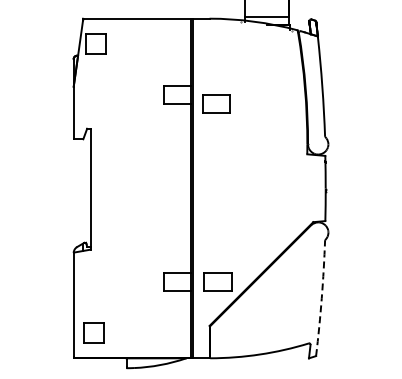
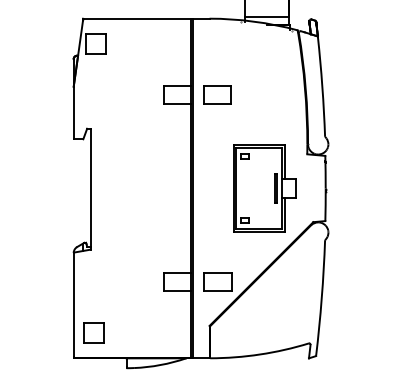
part at (216, 103) position: (216, 103) -> (217, 94)
part at (264, 188): none -> present
arc at (321, 298): dashed -> solid
